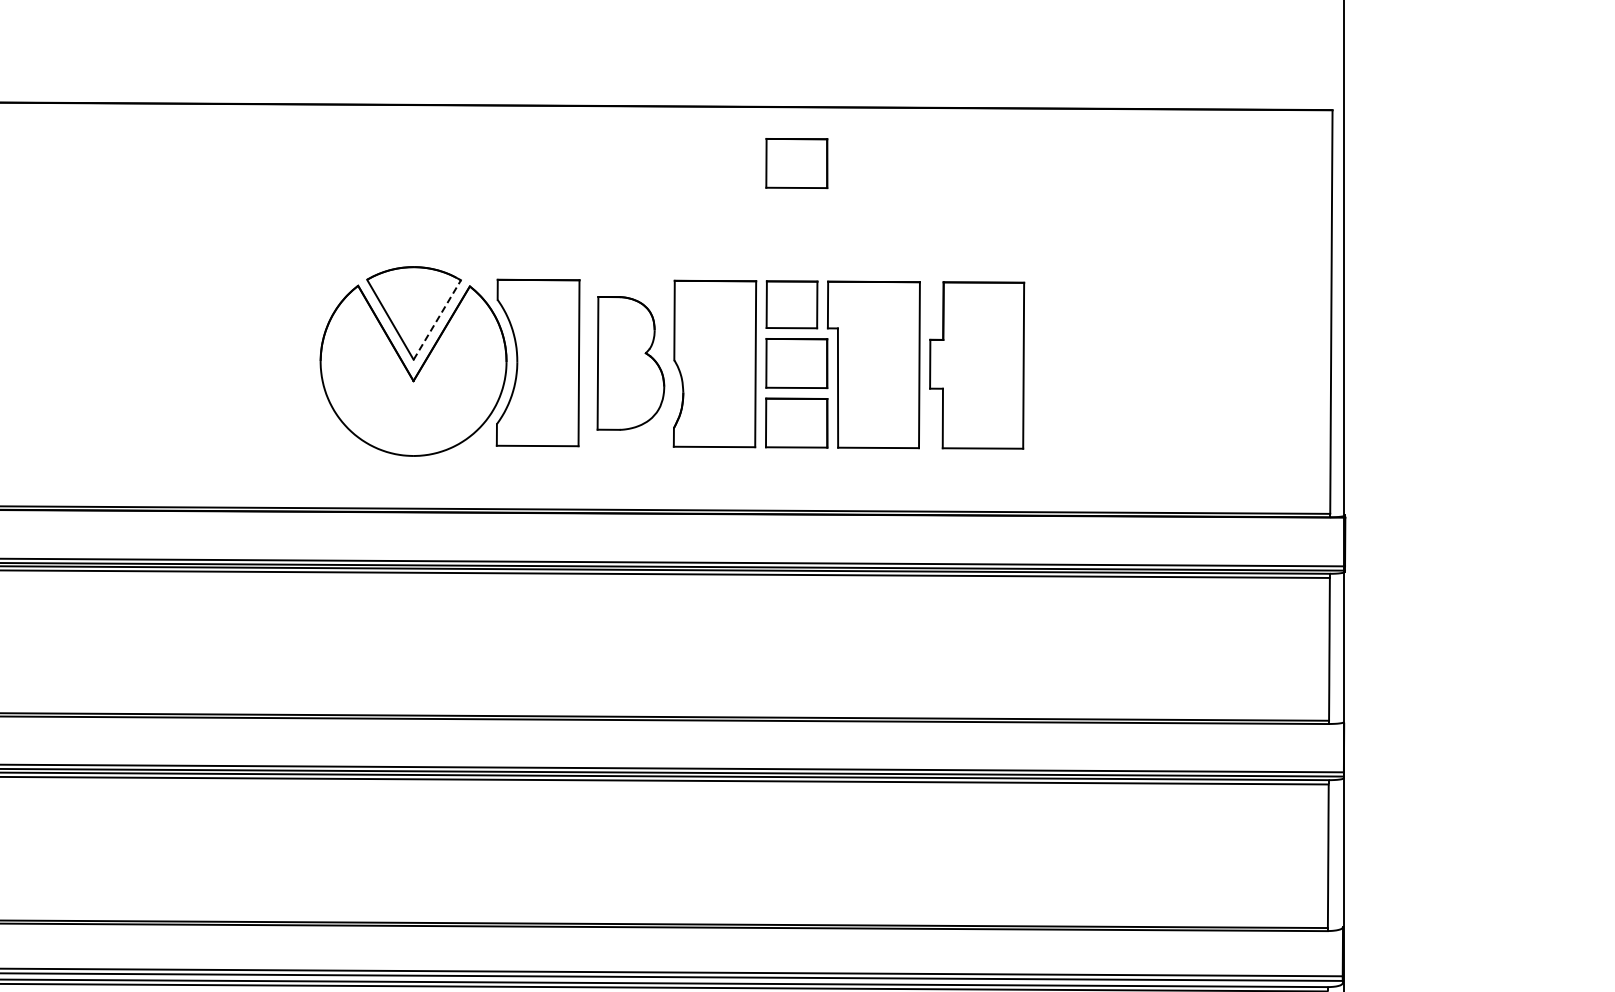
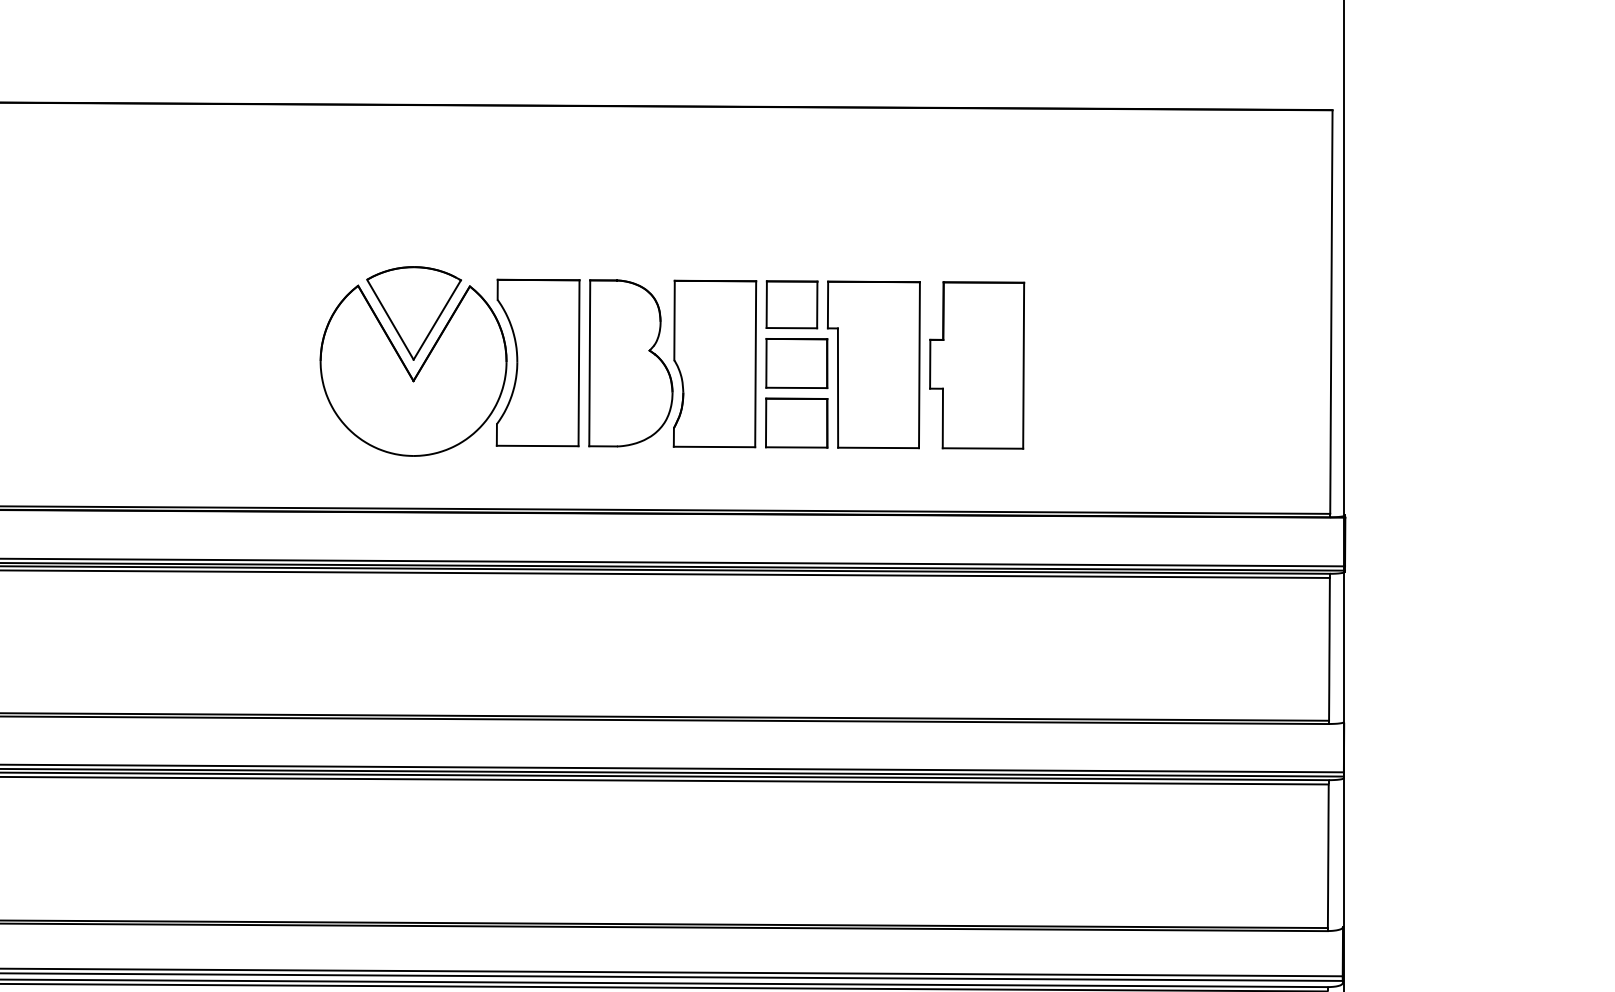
part at (796, 163): present -> none
line at (437, 319): dashed -> solid
part at (630, 363) size: 70x135 px -> 86x169 px
